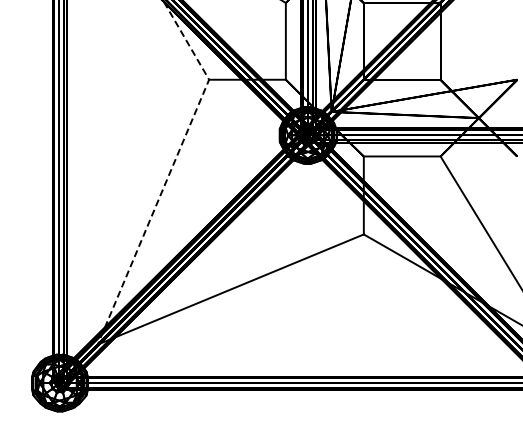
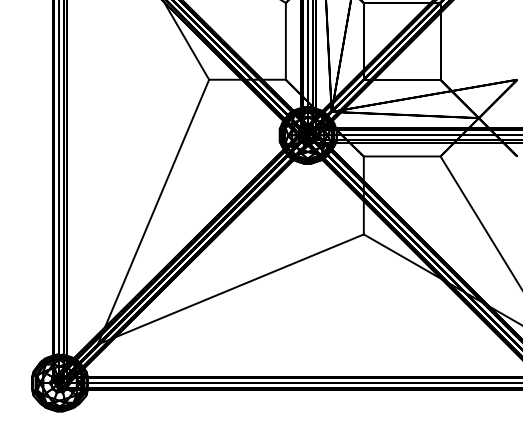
line at (171, 169): dashed -> solid
